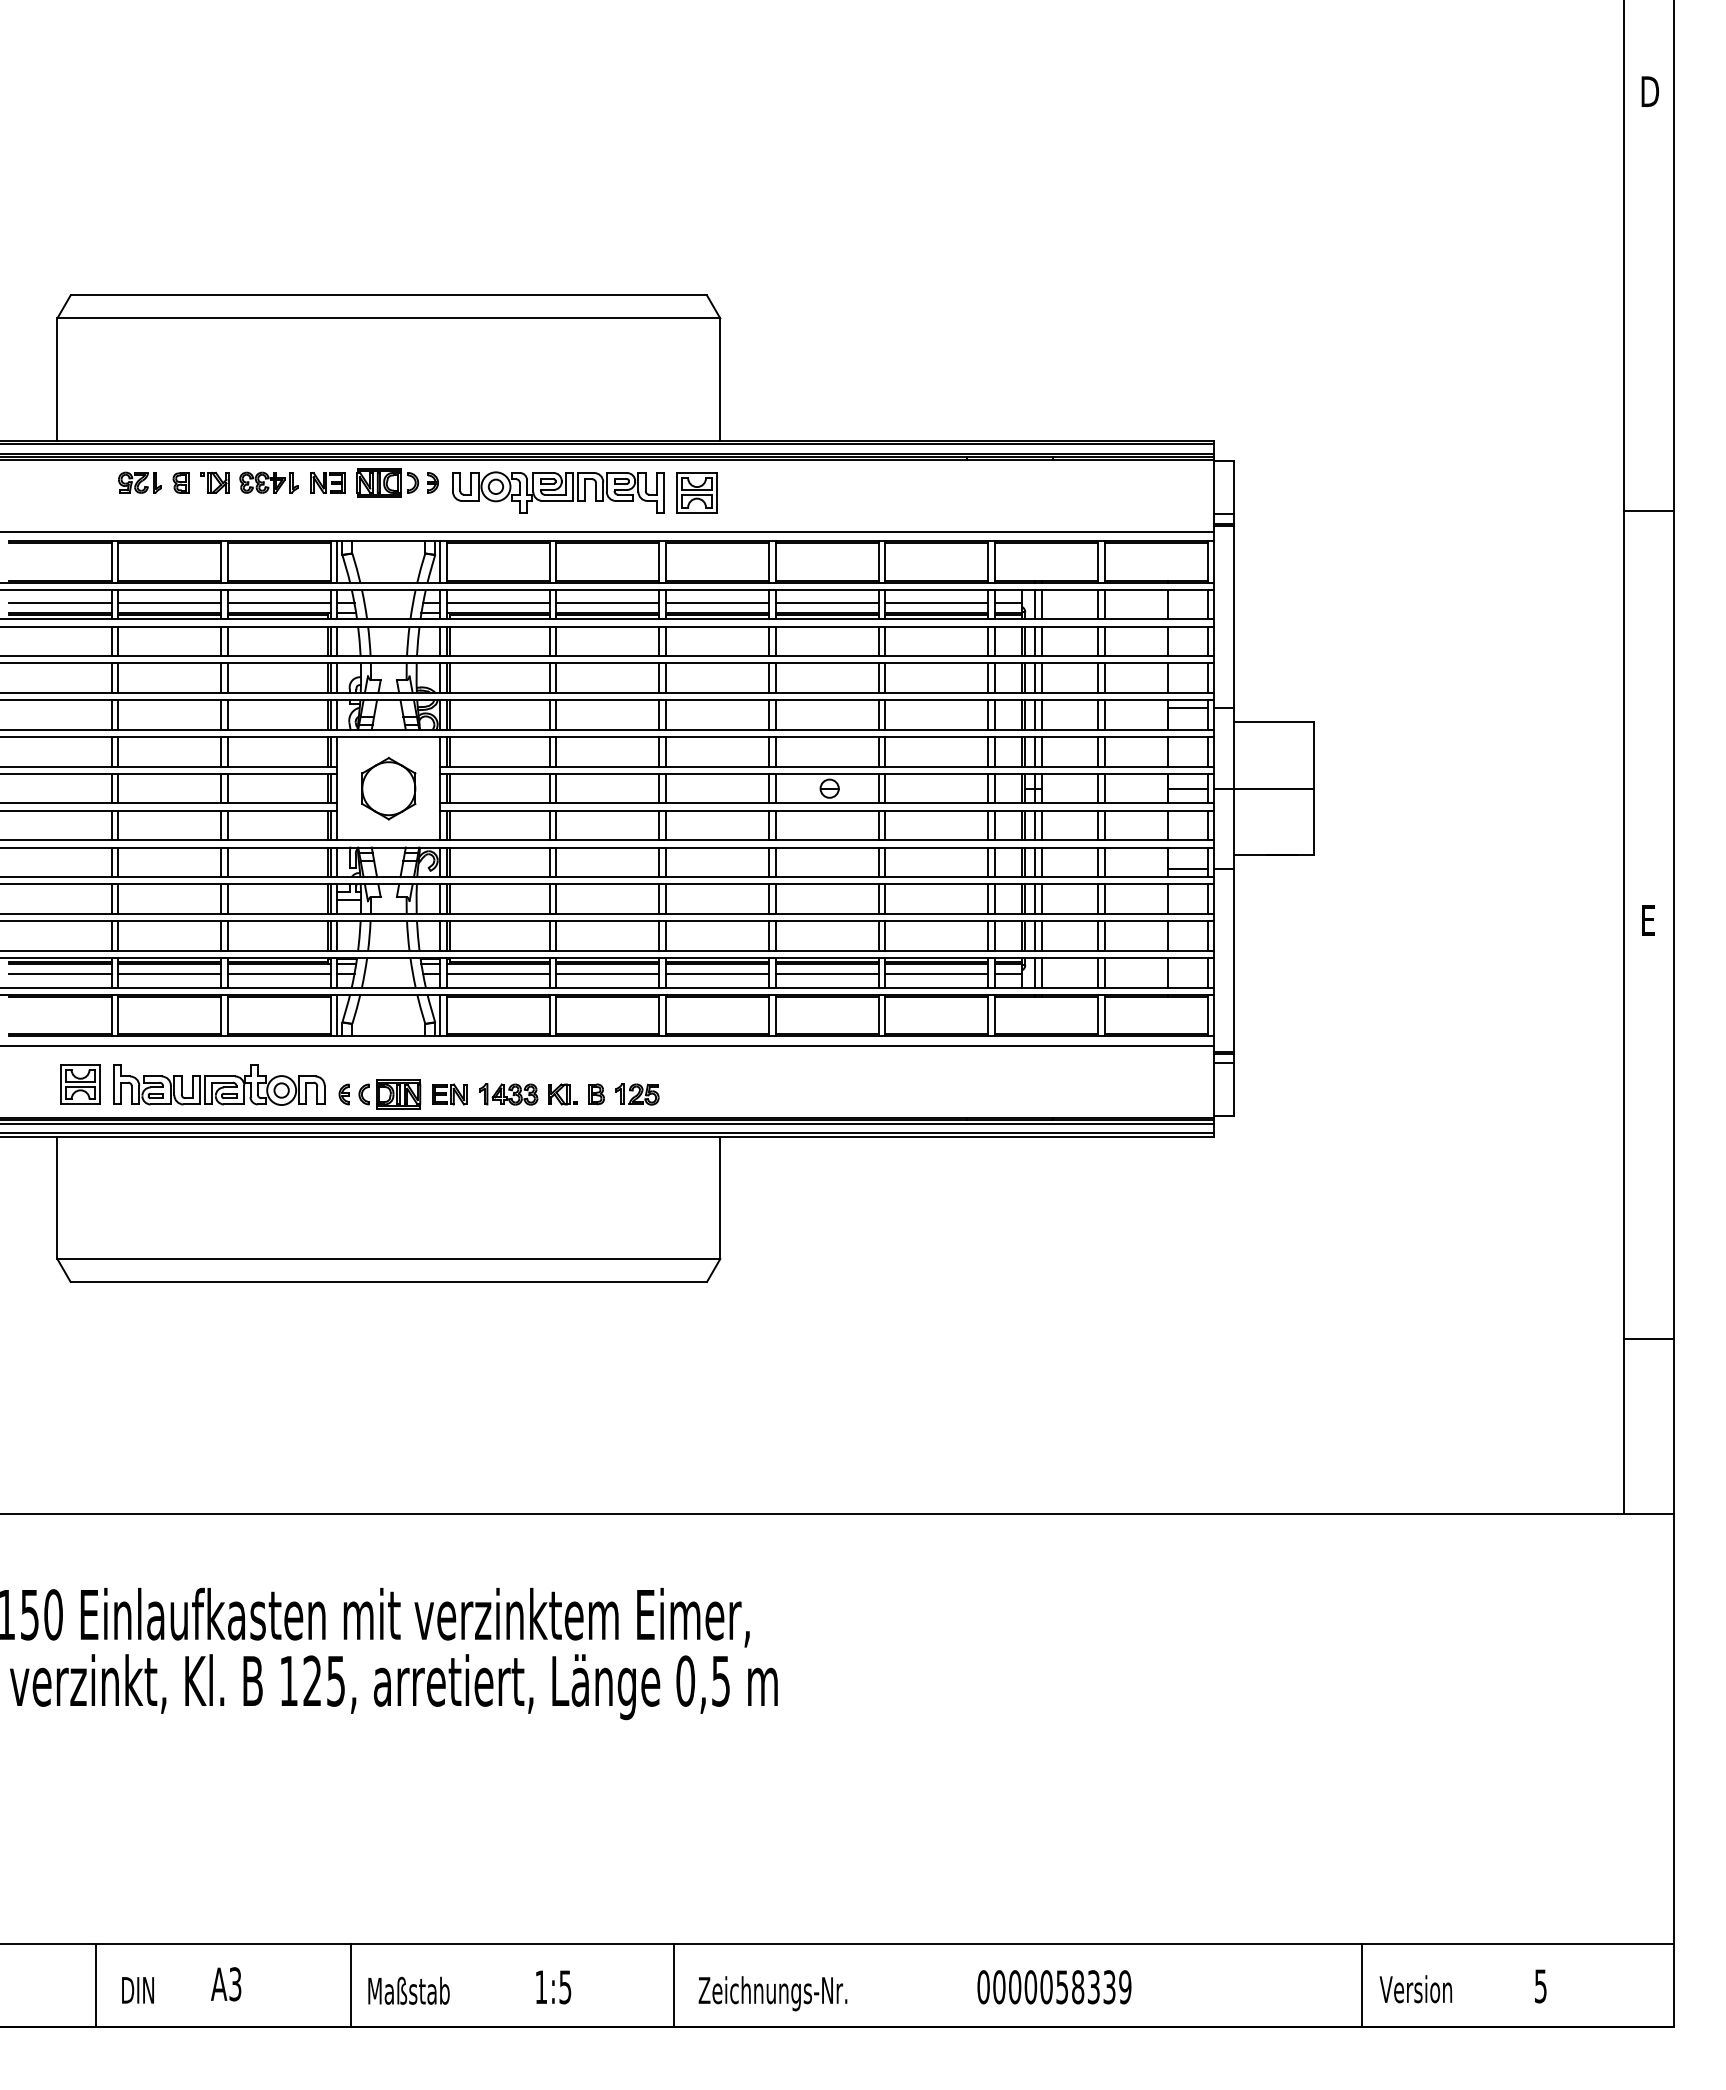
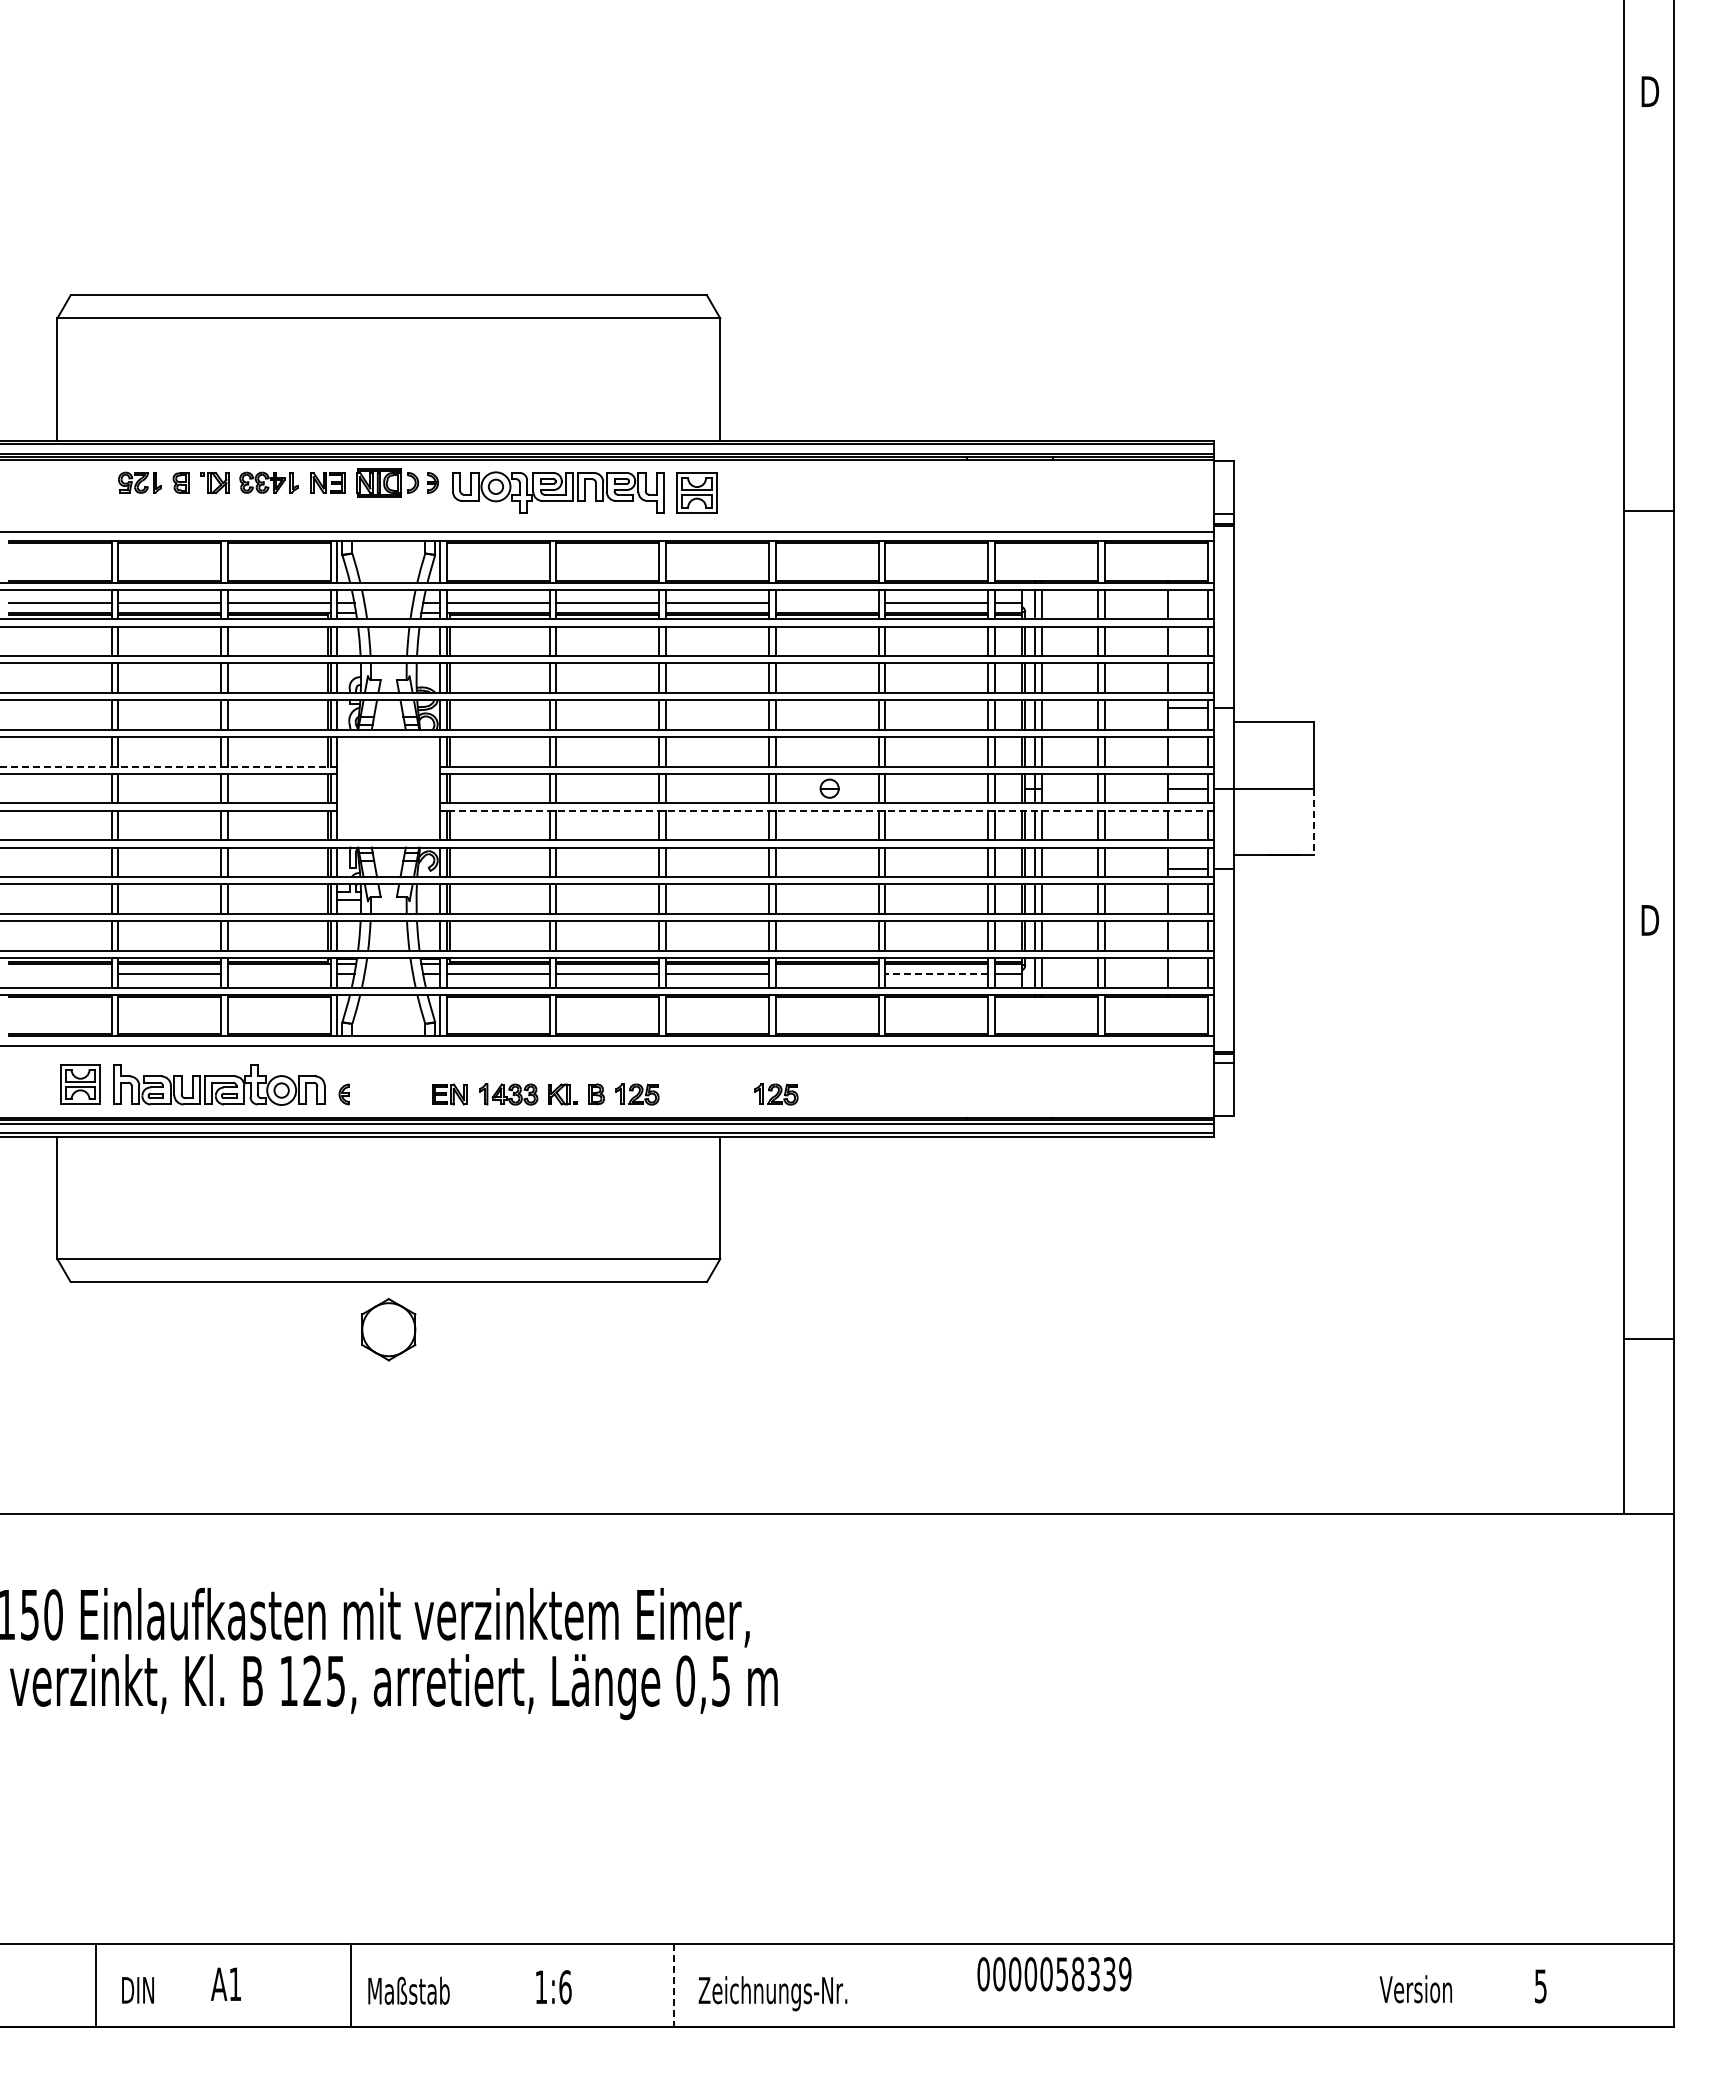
line at (826, 603): present -> none
line at (168, 766): solid -> dashed
part at (388, 788) position: (388, 788) -> (388, 1329)
line at (827, 810): solid -> dashed
line at (1313, 822): solid -> dashed
text at (1650, 920): E -> D
line at (59, 974): present -> none
line at (278, 974): present -> none
line at (826, 974): present -> none
line at (936, 974): solid -> dashed
part at (389, 1094): present -> none
part at (776, 1094): none -> present
text at (235, 1984): A3 -> A1
line at (1362, 1985): present -> none
line at (674, 1986): solid -> dashed
text at (565, 1987): 1:5 -> 1:6
text at (1054, 1987) position: (1054, 1987) -> (1054, 1974)
